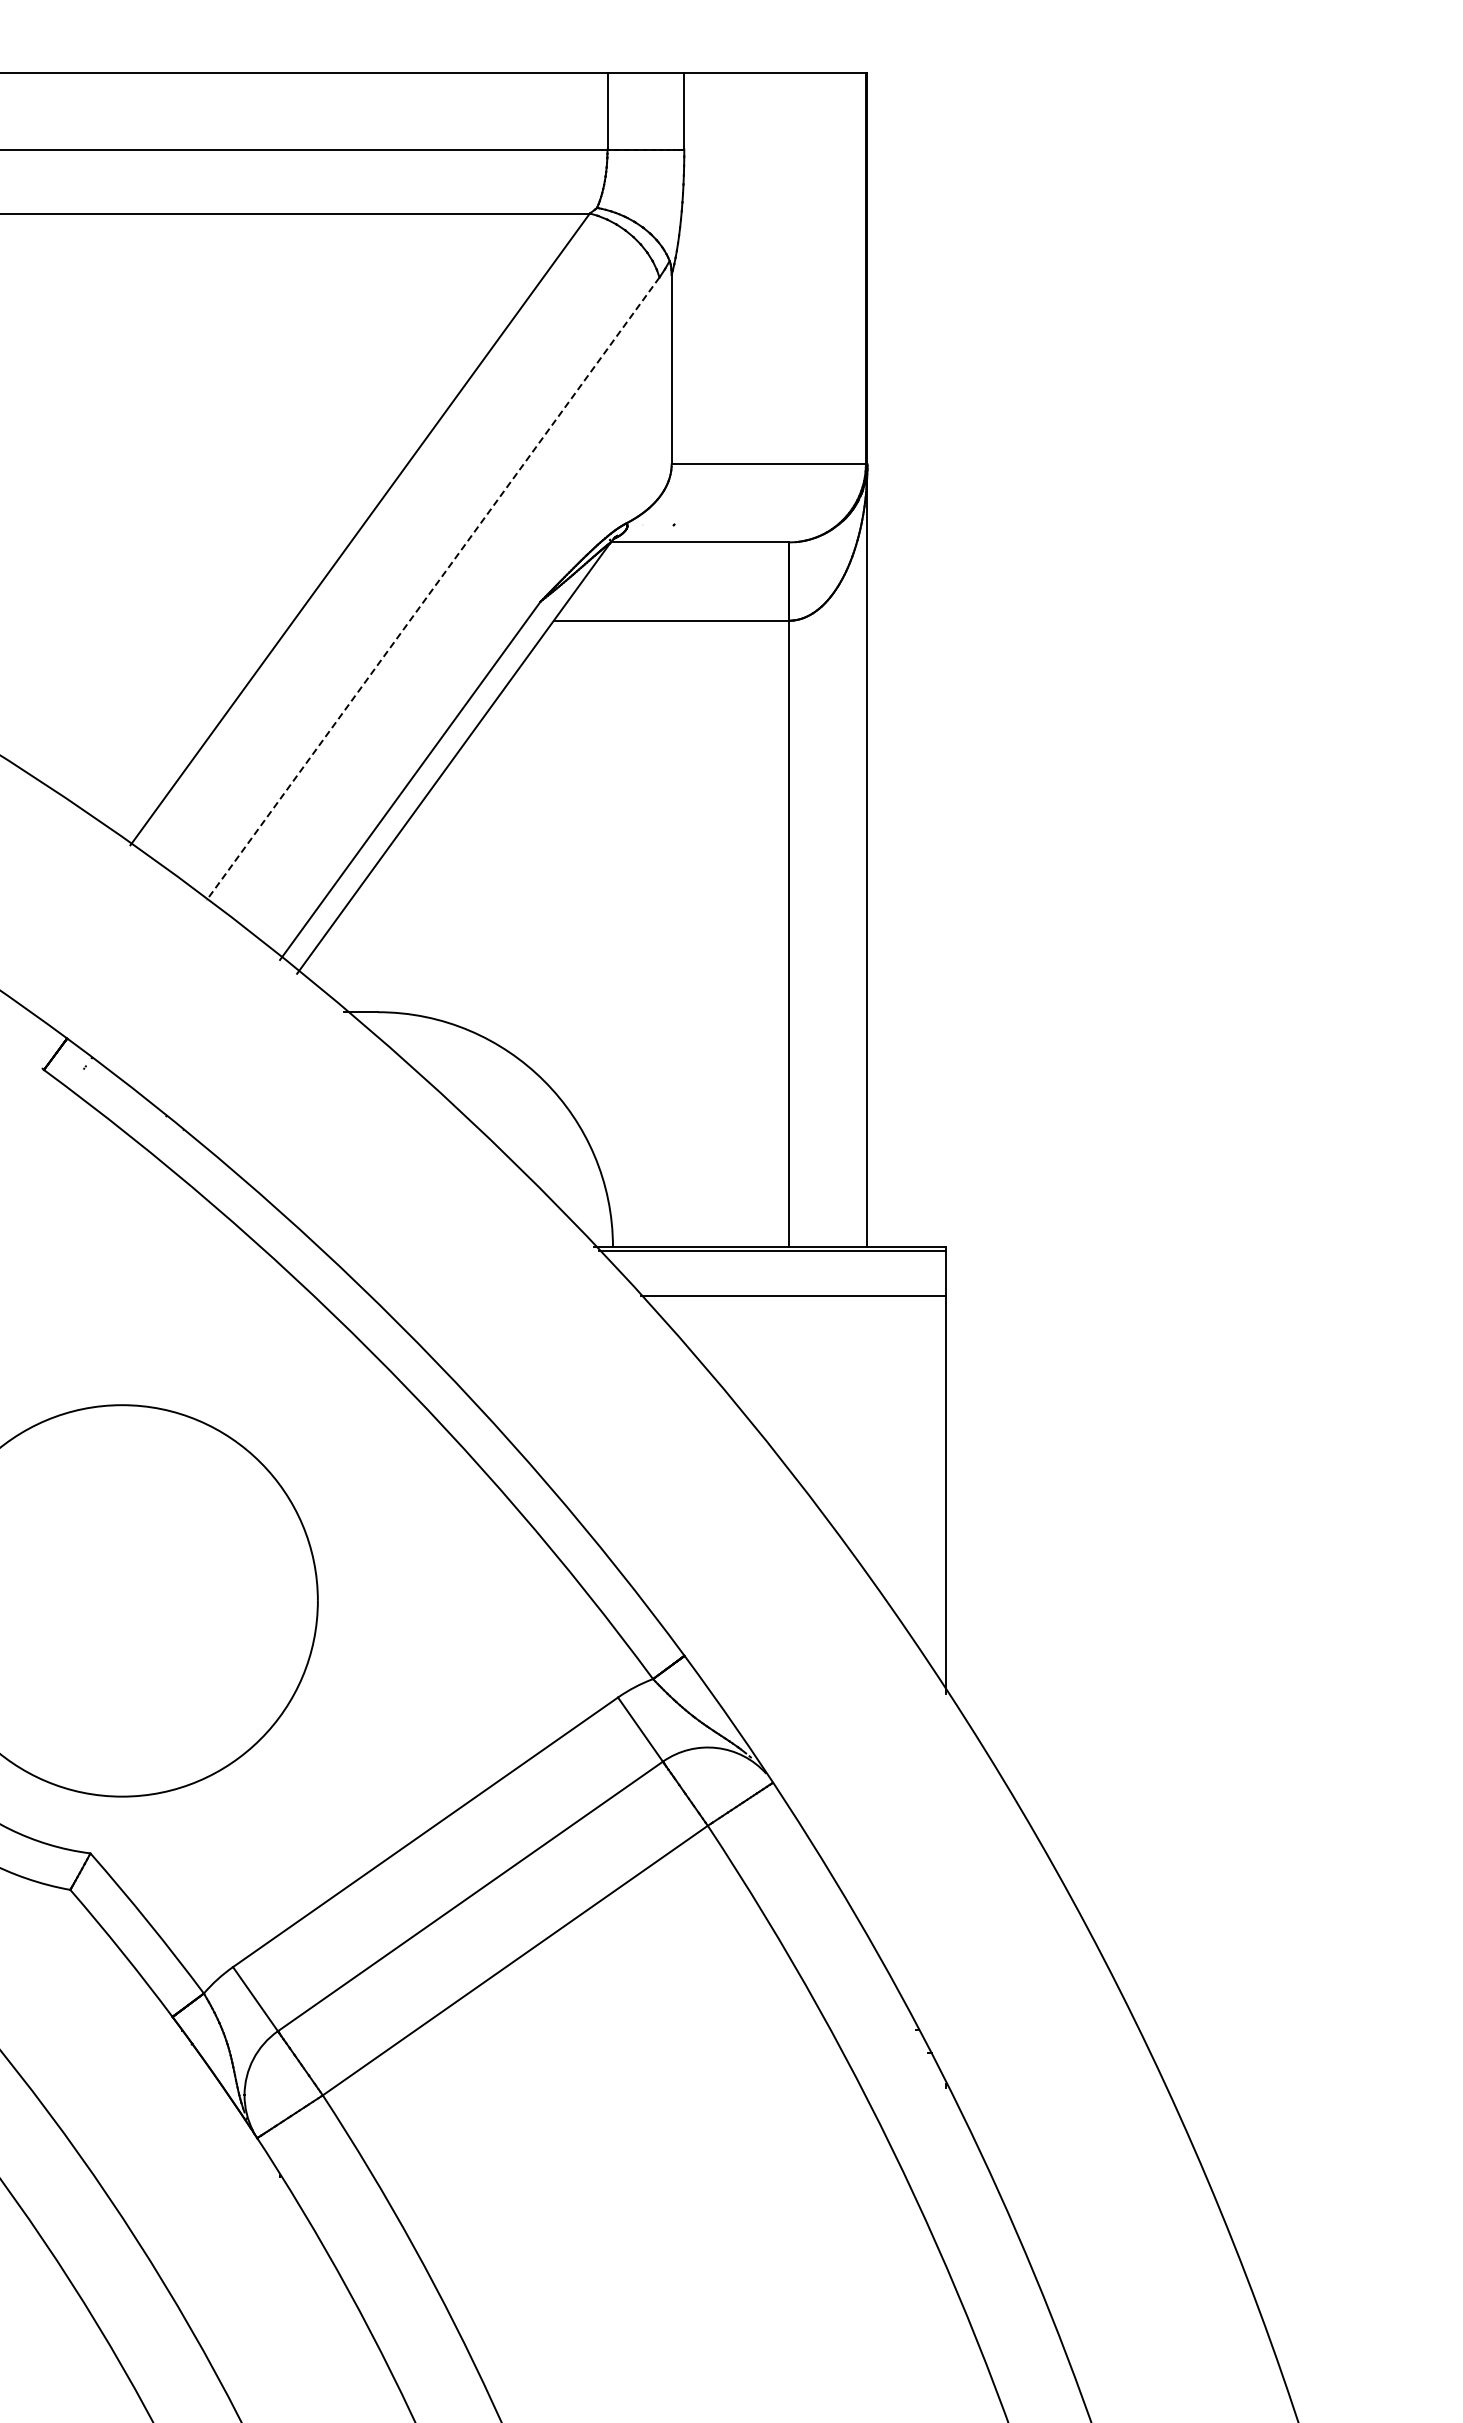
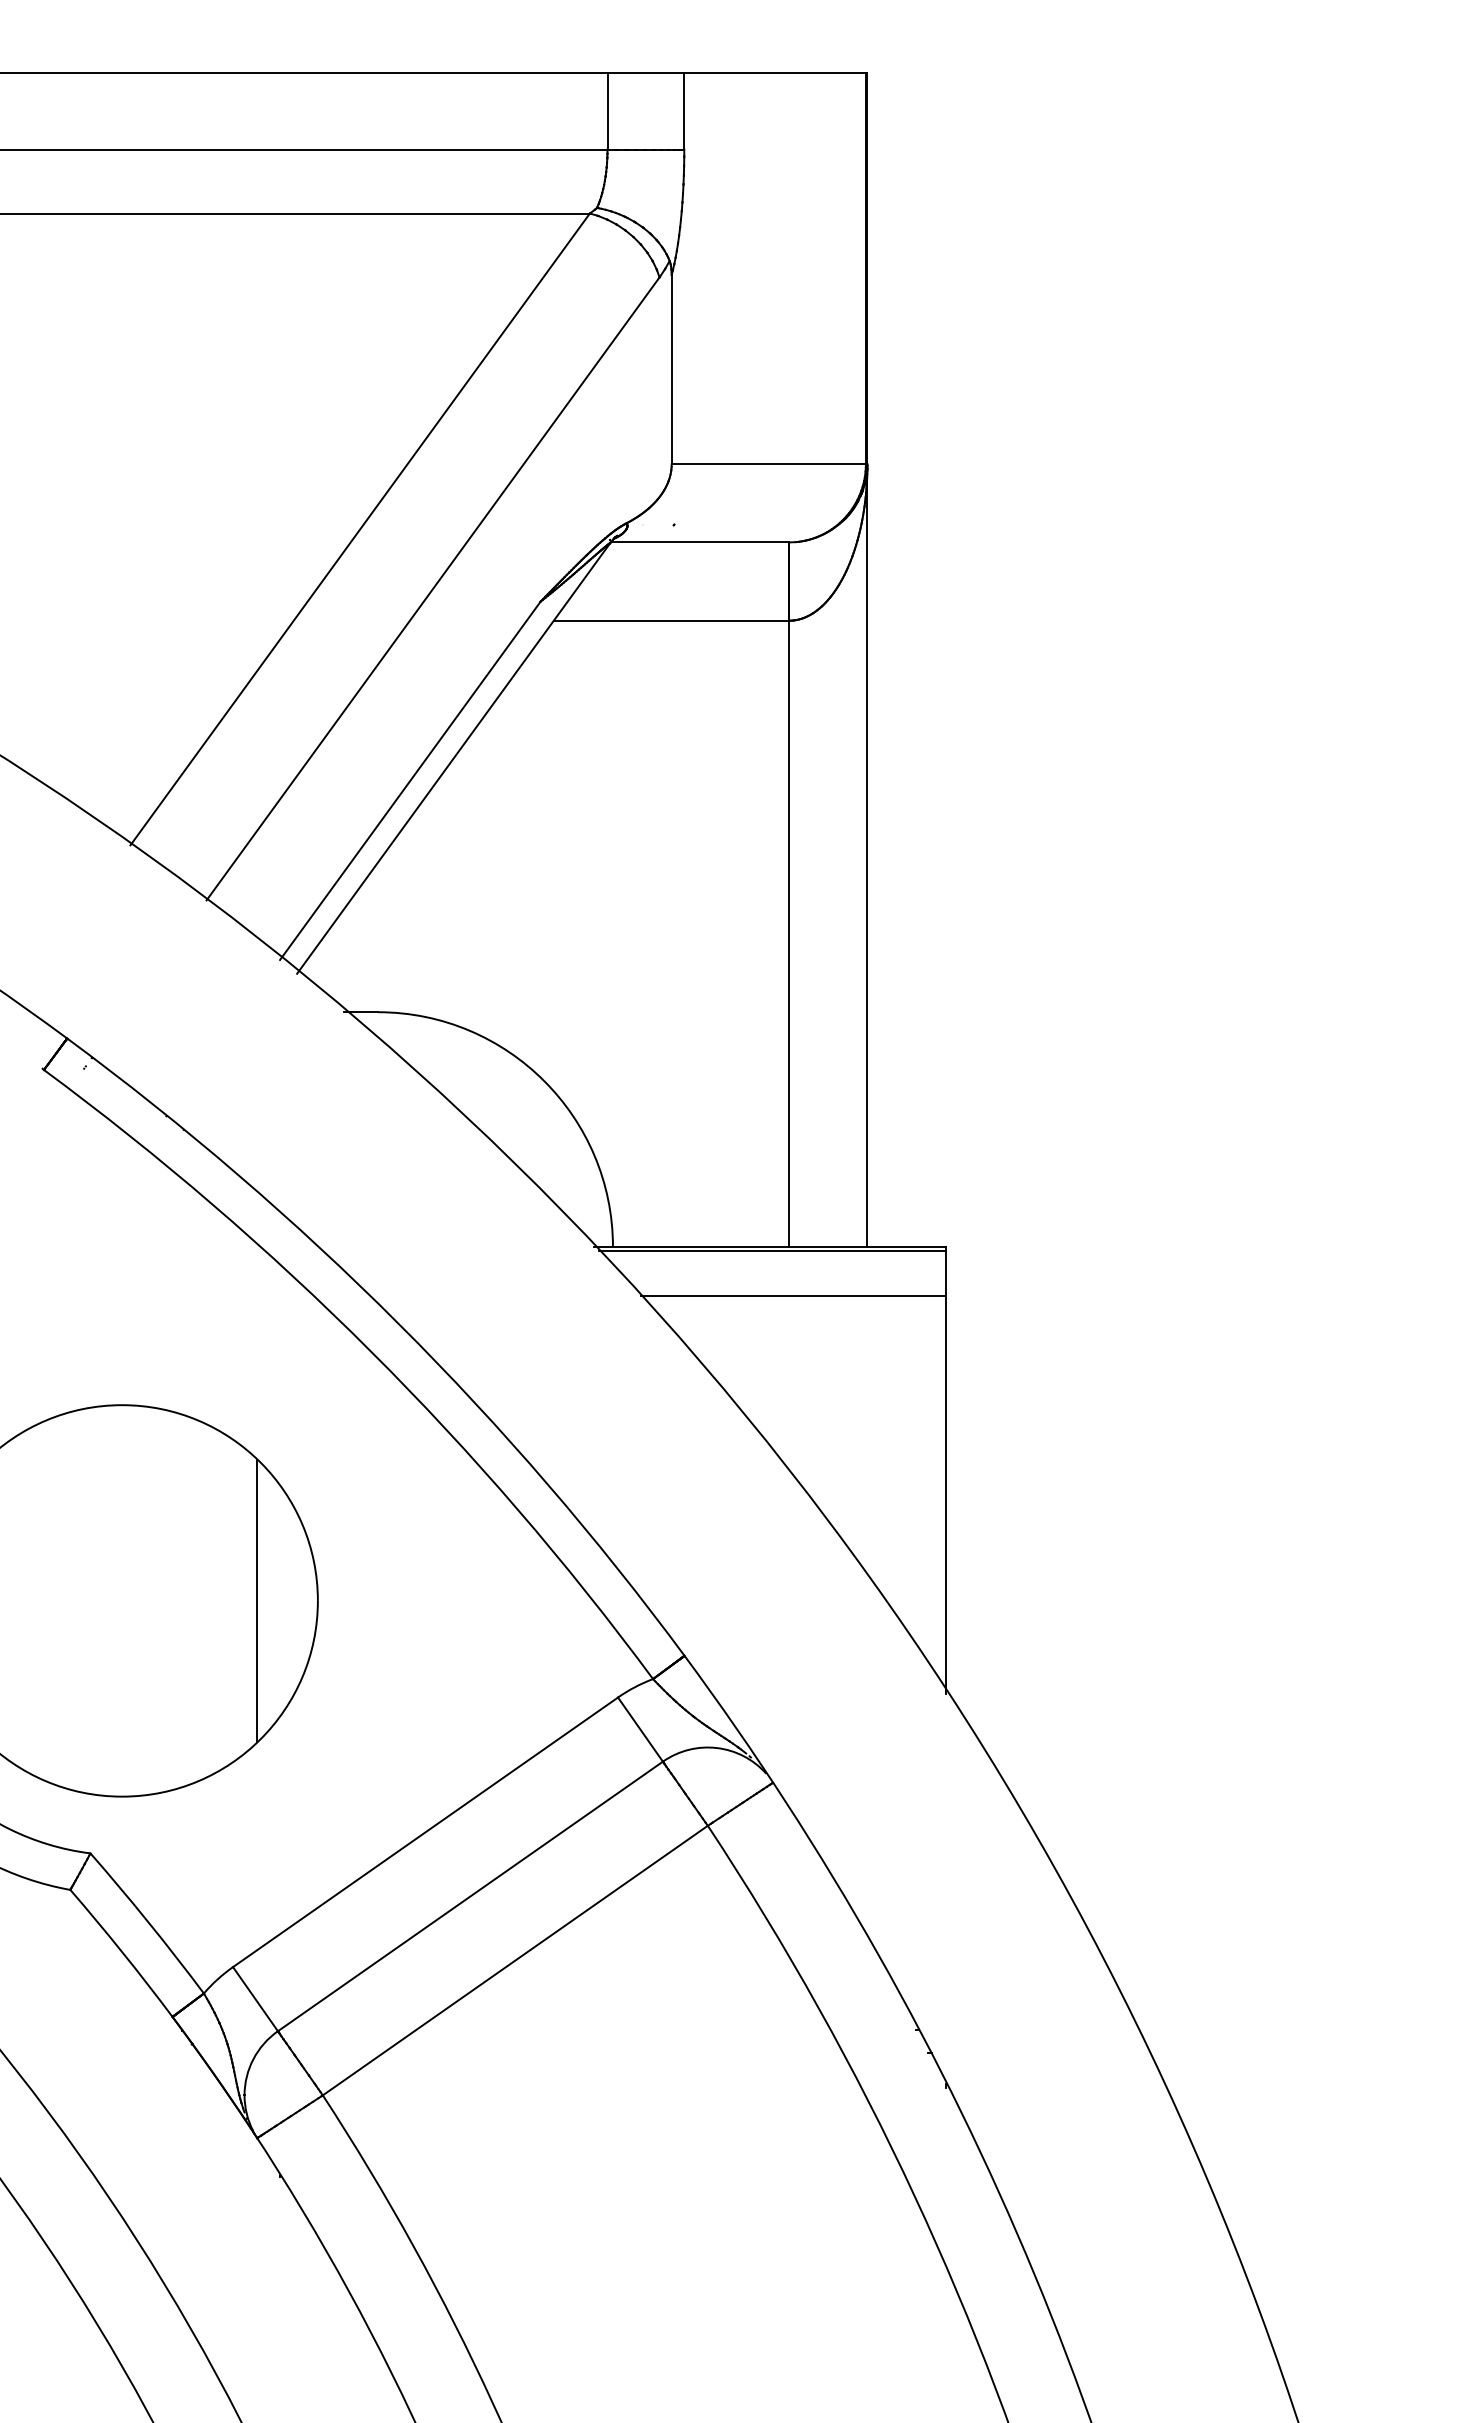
line at (432, 589): dashed -> solid
line at (257, 1600): none -> present
